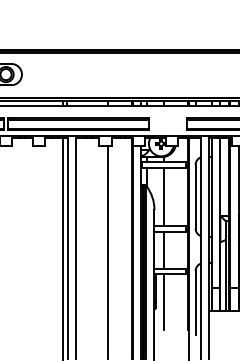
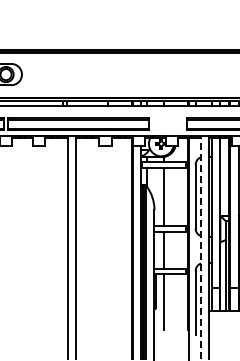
line at (63, 247): present -> none
line at (201, 247): solid -> dashed
line at (108, 251): present -> none
